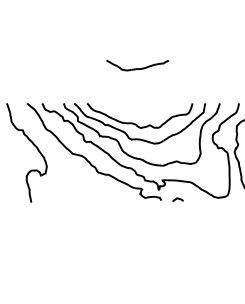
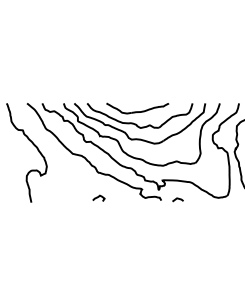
part at (137, 65) position: (137, 65) -> (137, 108)
curve at (98, 197): none -> present
